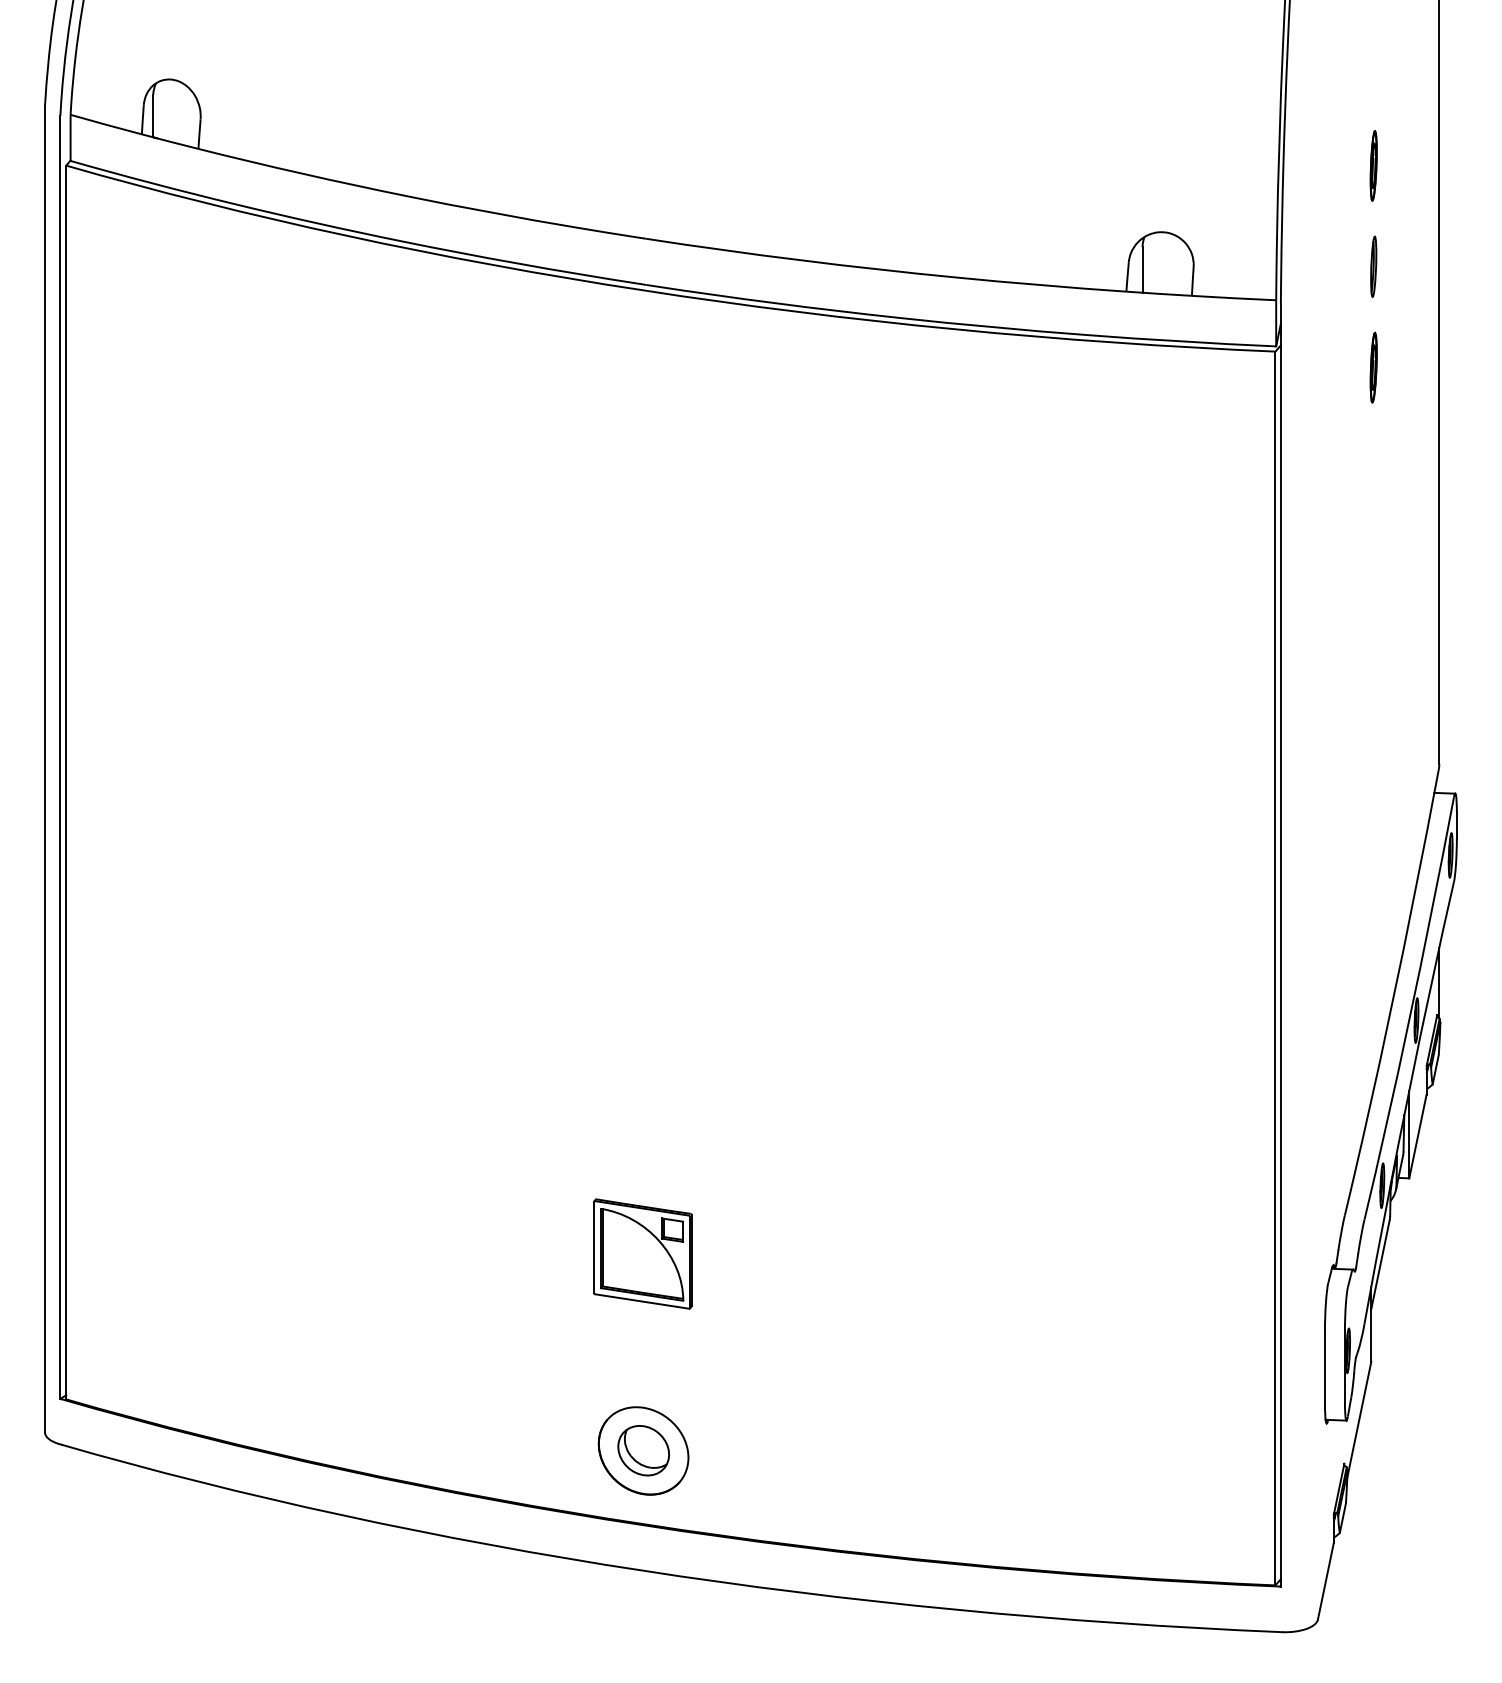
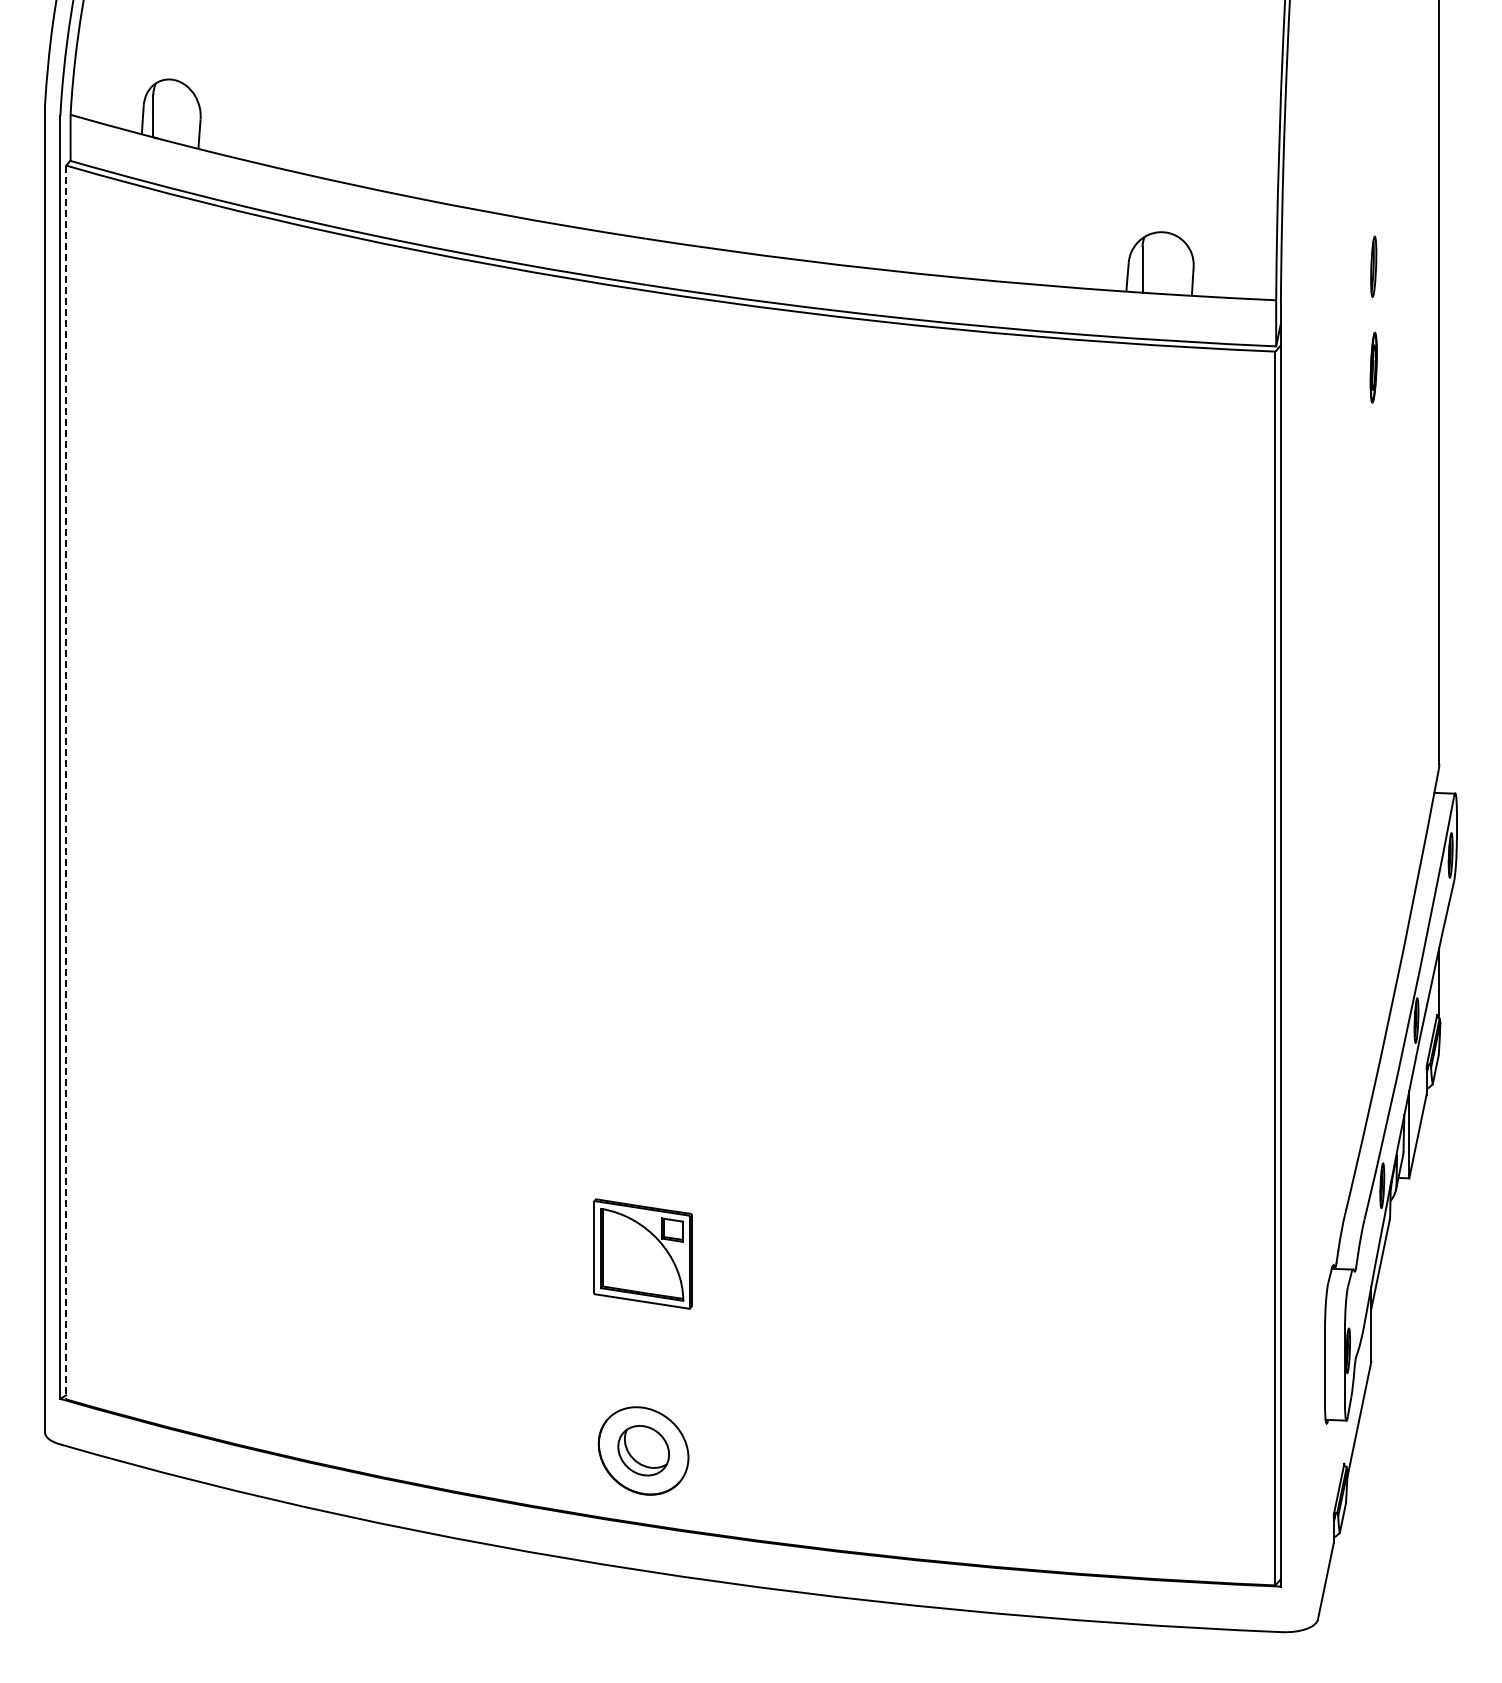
part at (1373, 165): present -> none
line at (66, 782): solid -> dashed
